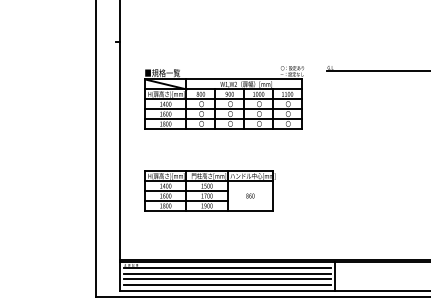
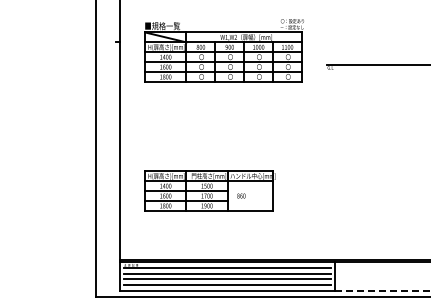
line at (377, 70) position: (377, 70) -> (377, 64)
part at (223, 97) position: (223, 97) -> (223, 50)
text at (250, 195) position: (250, 195) -> (241, 195)
line at (382, 291): solid -> dashed
